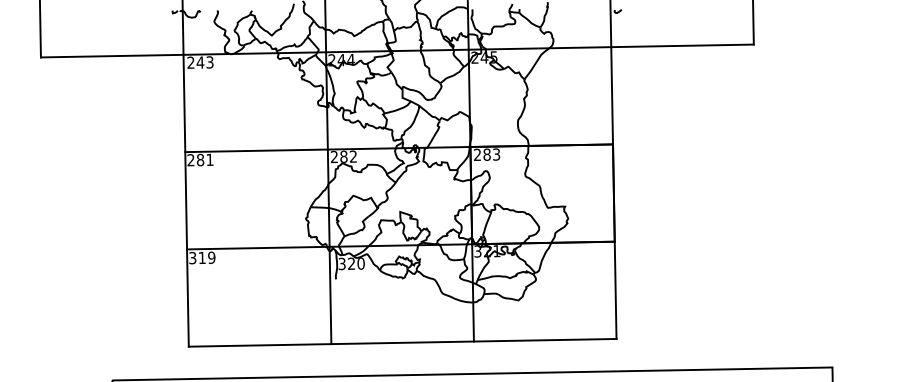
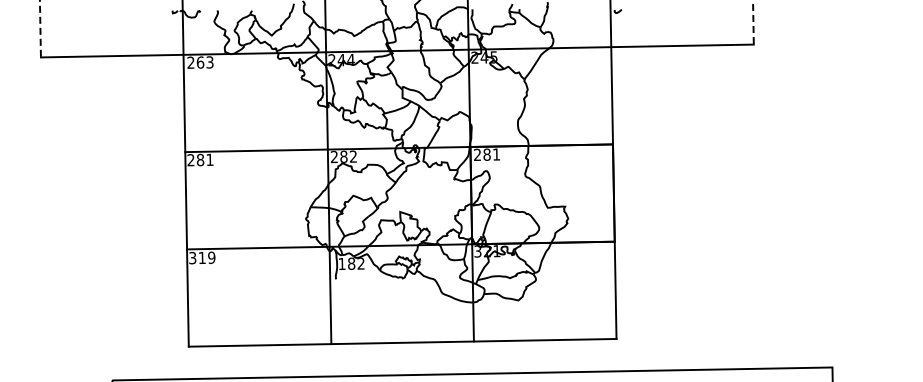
line at (753, 22): solid -> dashed
line at (40, 29): solid -> dashed
text at (200, 62): 243 -> 263
text at (496, 154): 283 -> 281
text at (351, 263): 320 -> 182
